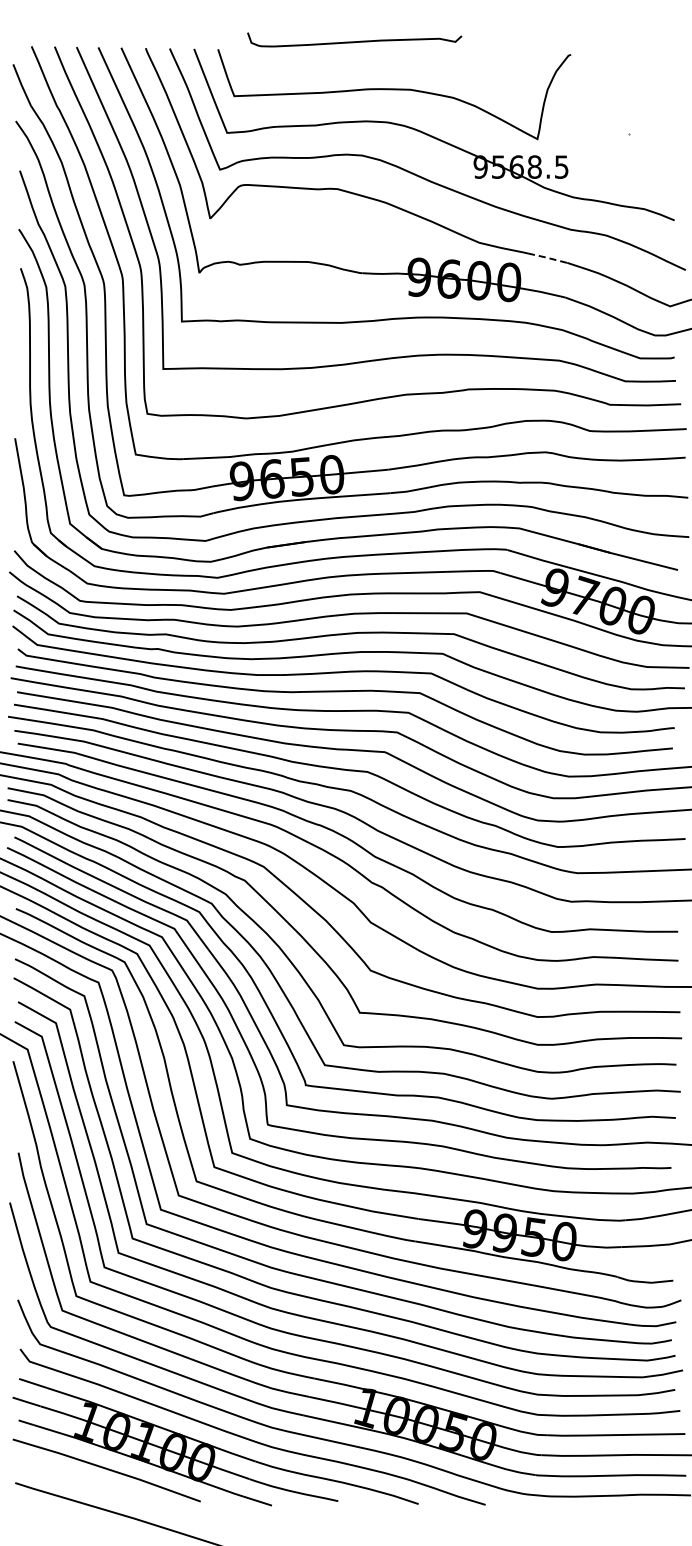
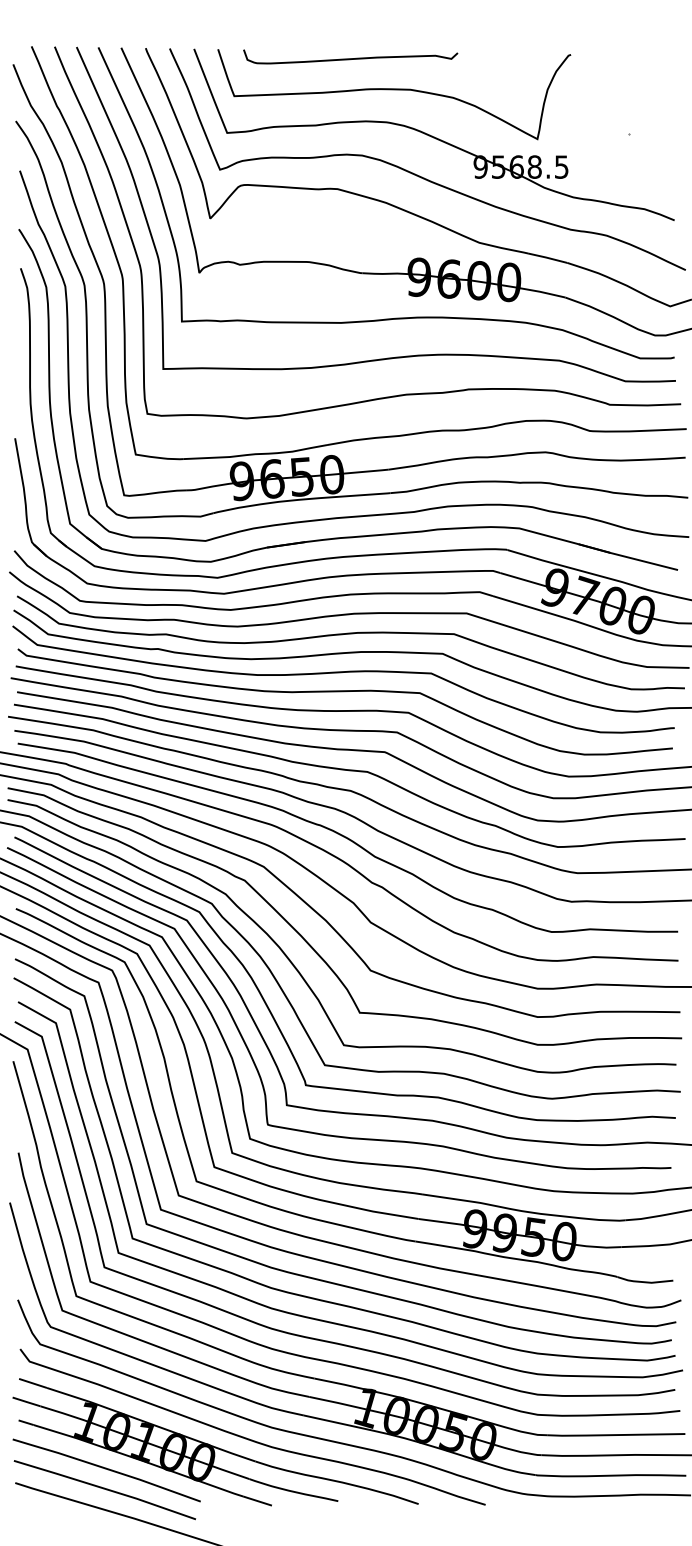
curve at (354, 41) position: (354, 41) -> (350, 58)
line at (547, 257): dashed -> solid
line at (104, 1489): none -> present
